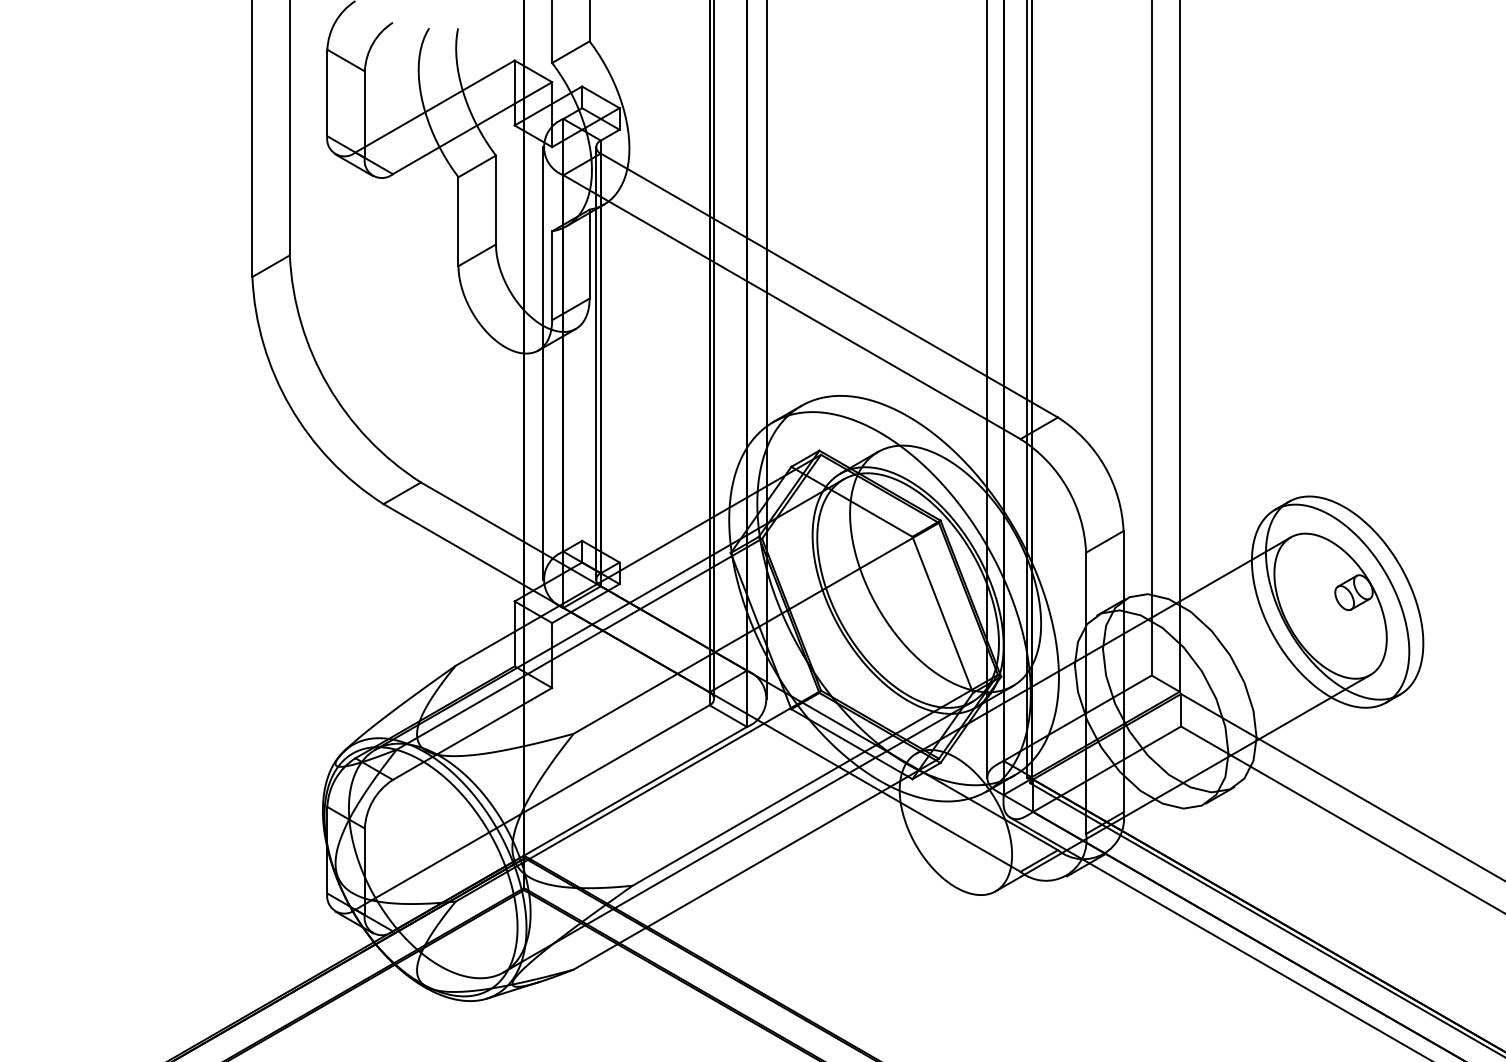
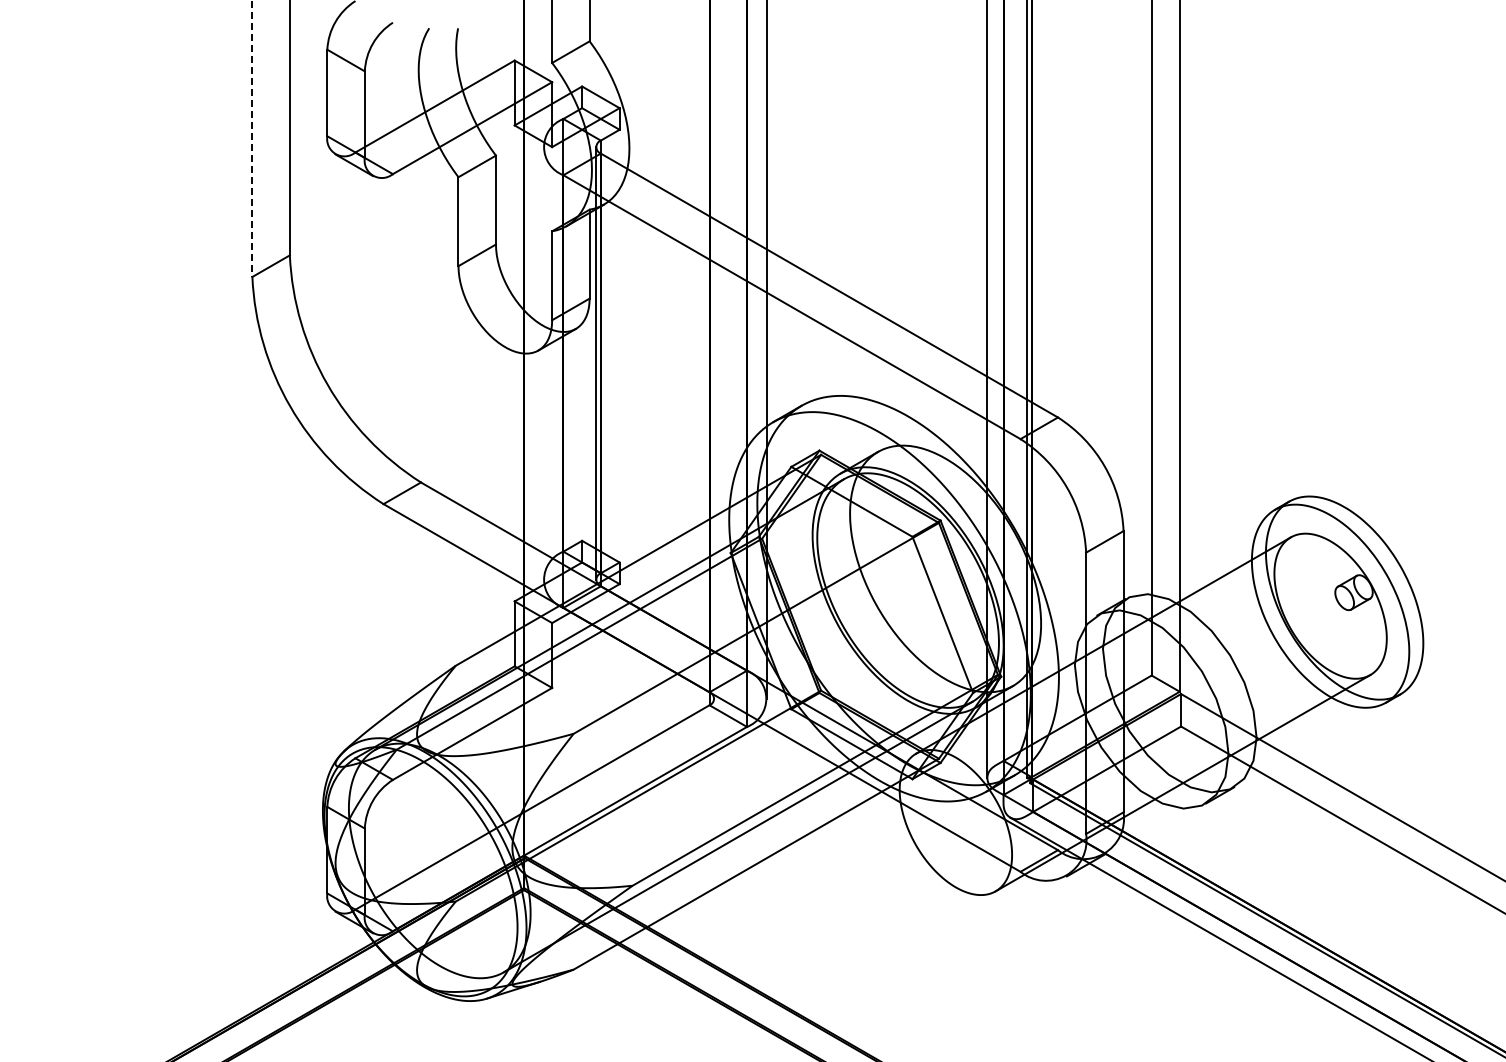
line at (252, 139): solid -> dashed
line at (714, 350): present -> none
line at (543, 363): present -> none
